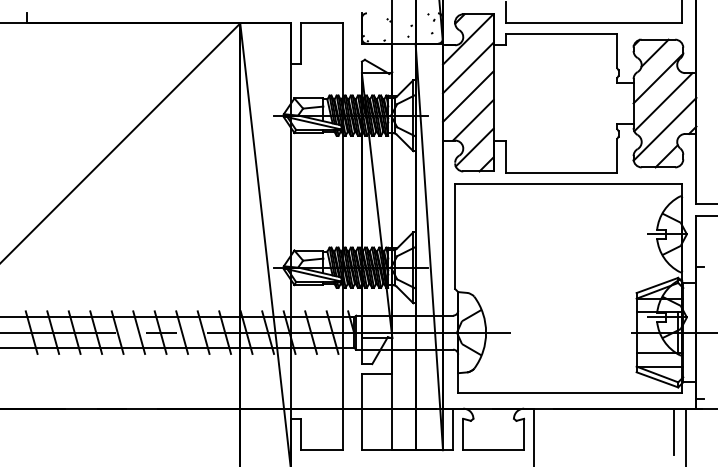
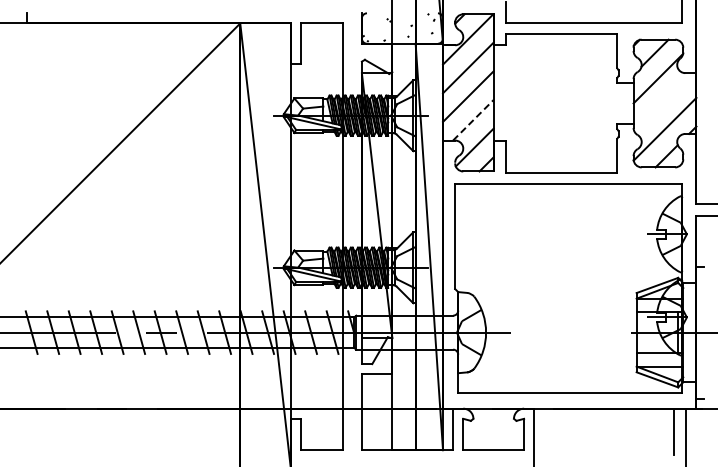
line at (663, 102): present -> none
line at (473, 120): solid -> dashed
